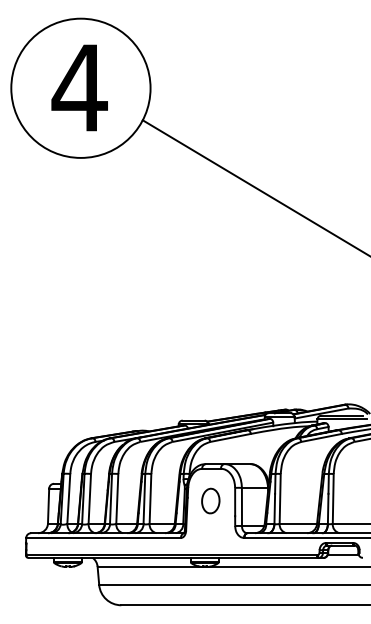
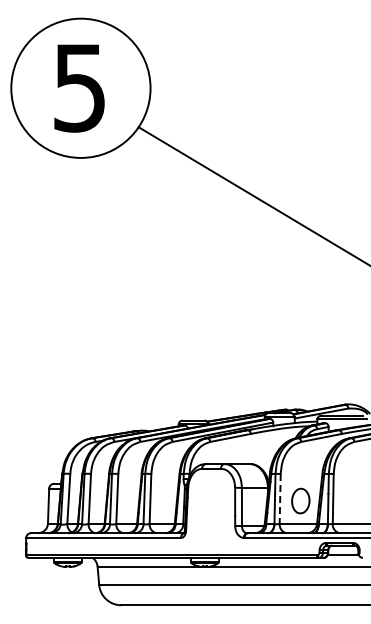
text at (79, 88): 4 -> 5
line at (254, 187) position: (254, 187) -> (252, 195)
line at (280, 498): solid -> dashed
part at (210, 500) position: (210, 500) -> (300, 500)
